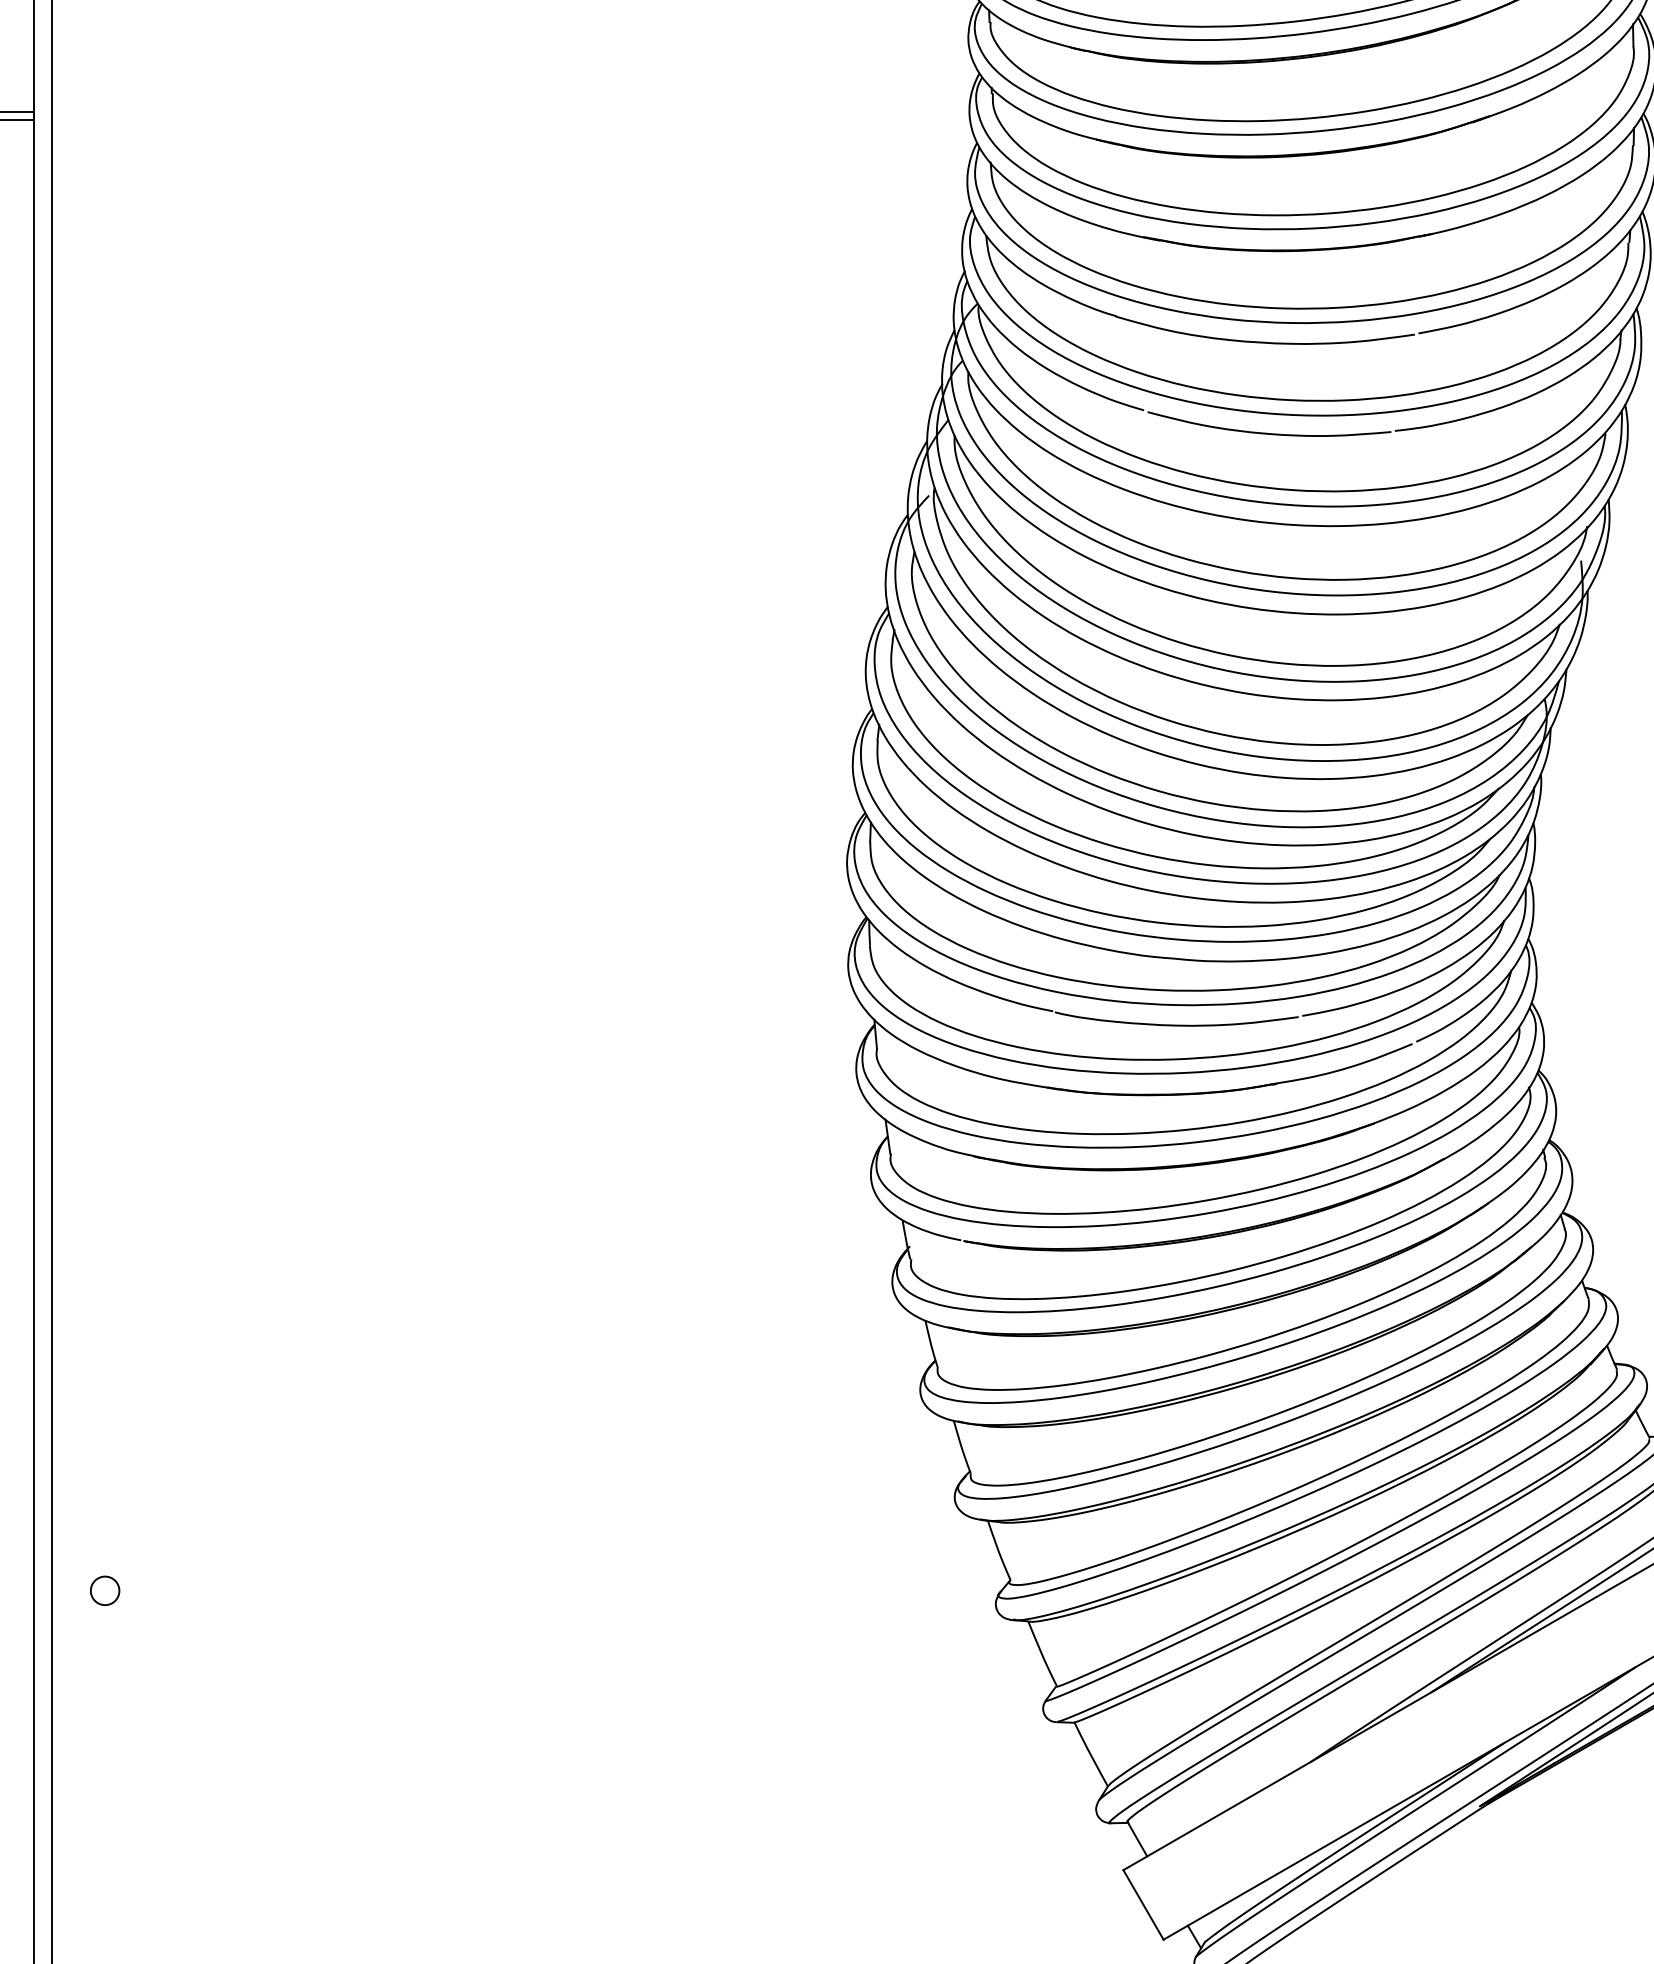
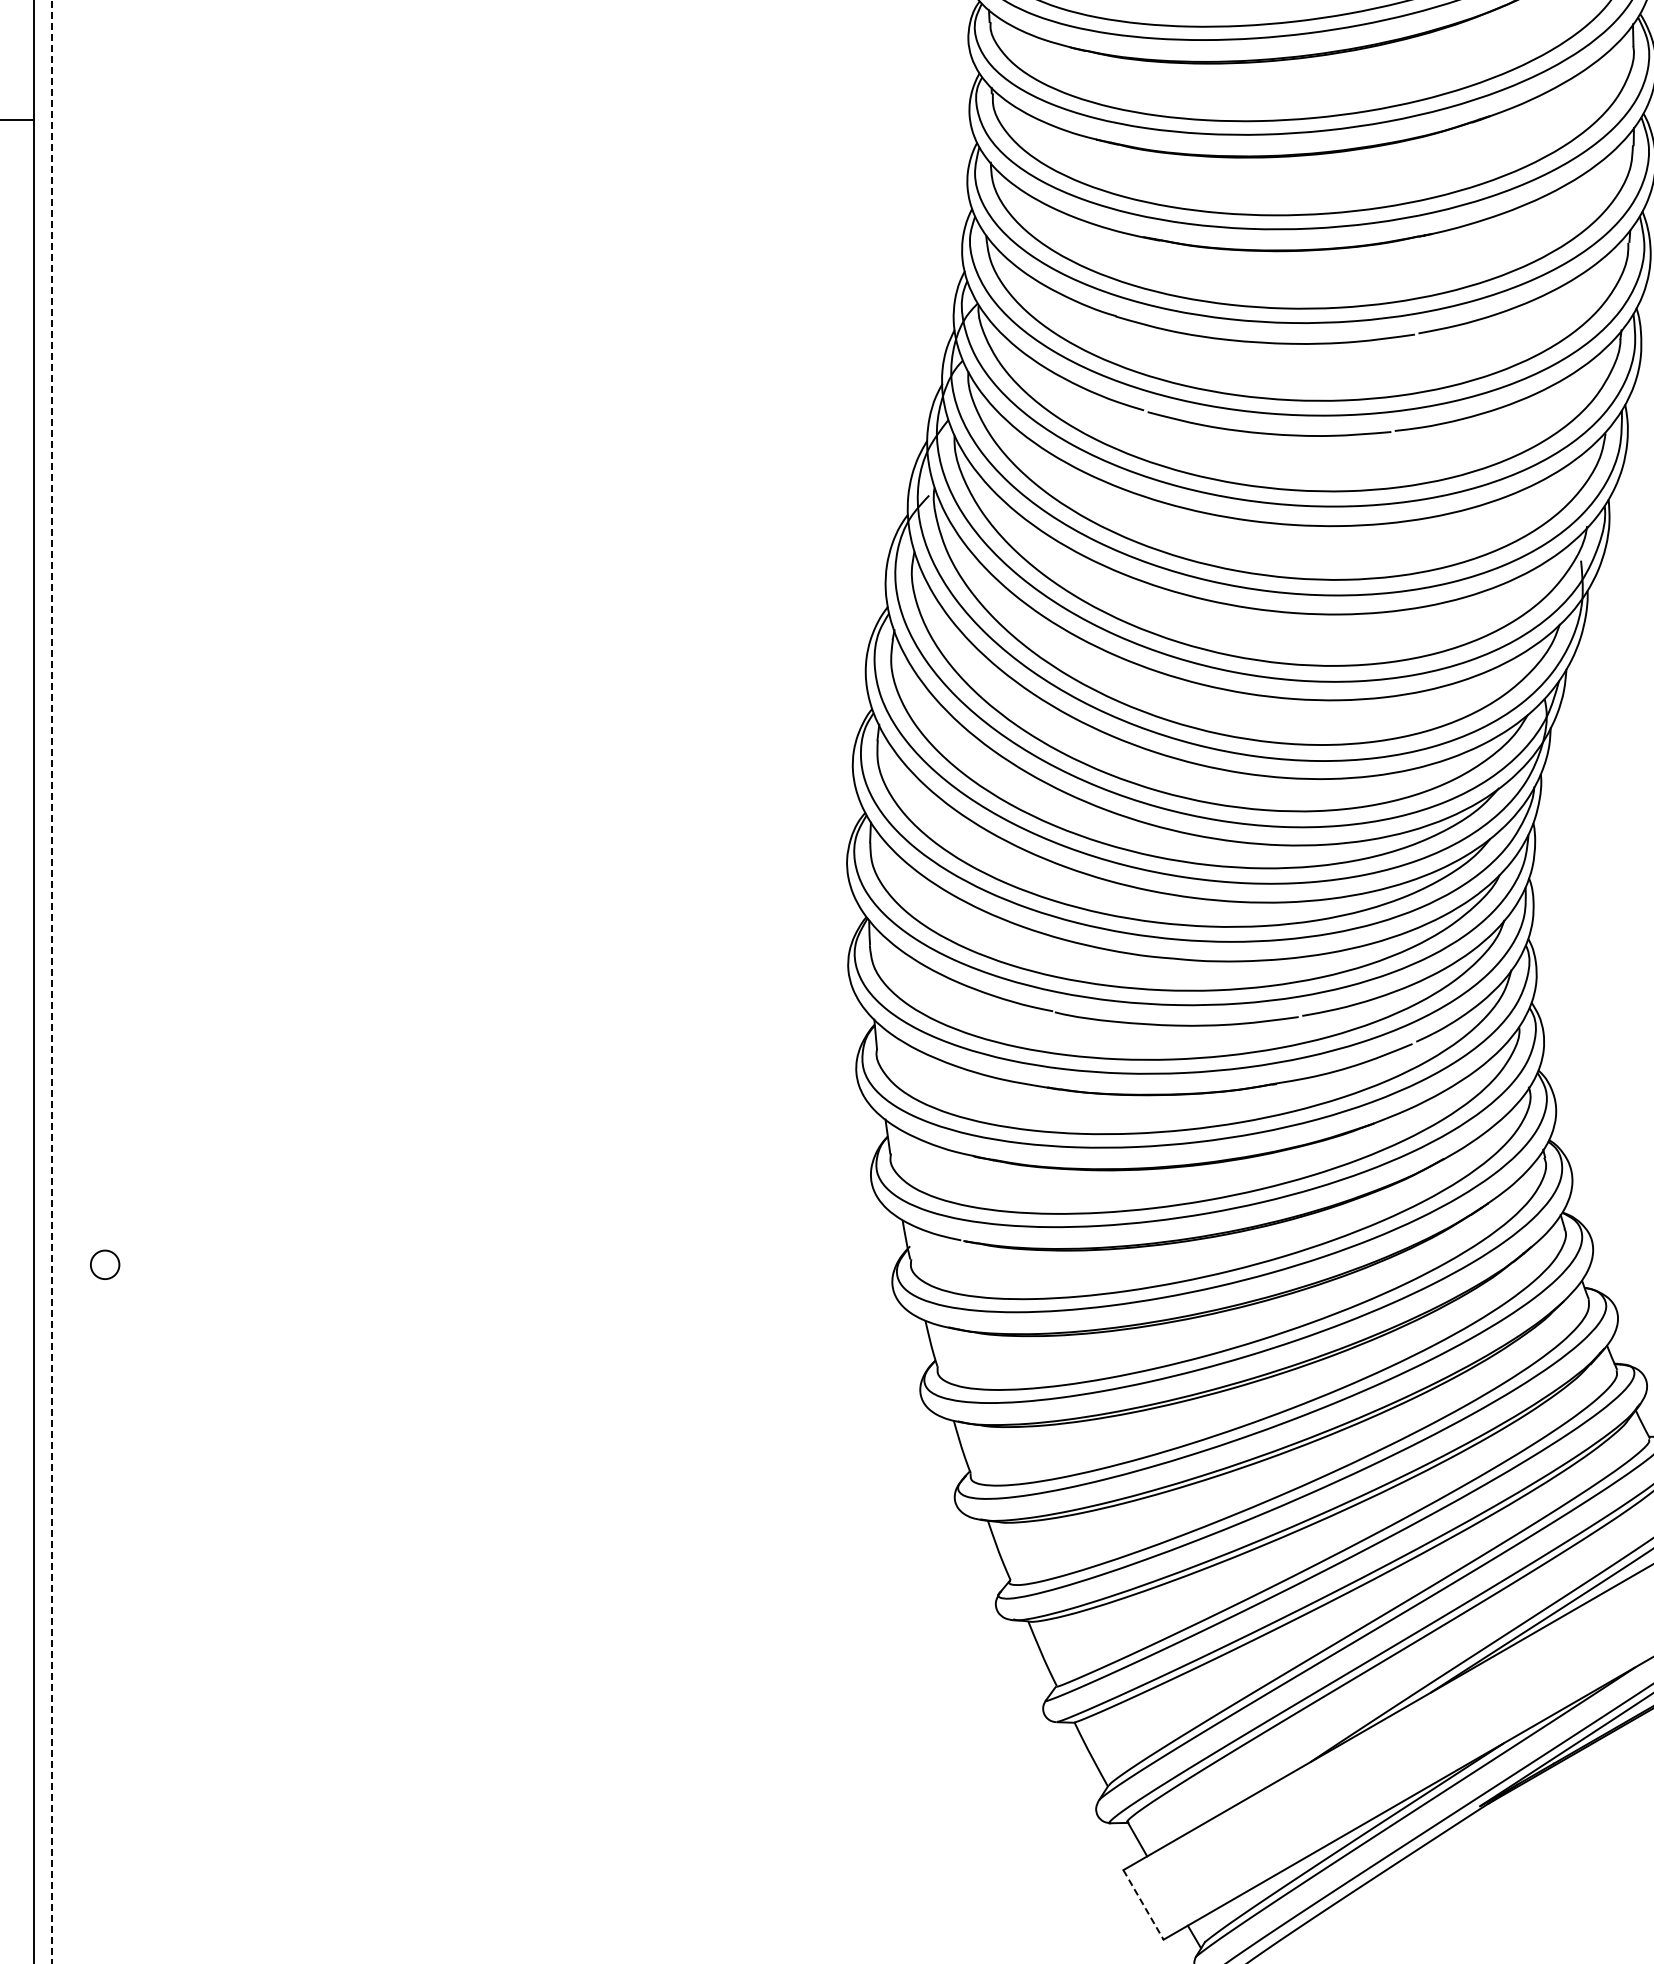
line at (17, 111): present -> none
line at (52, 981): solid -> dashed
circle at (105, 1590) position: (105, 1590) -> (105, 1264)
line at (1143, 1905): solid -> dashed
